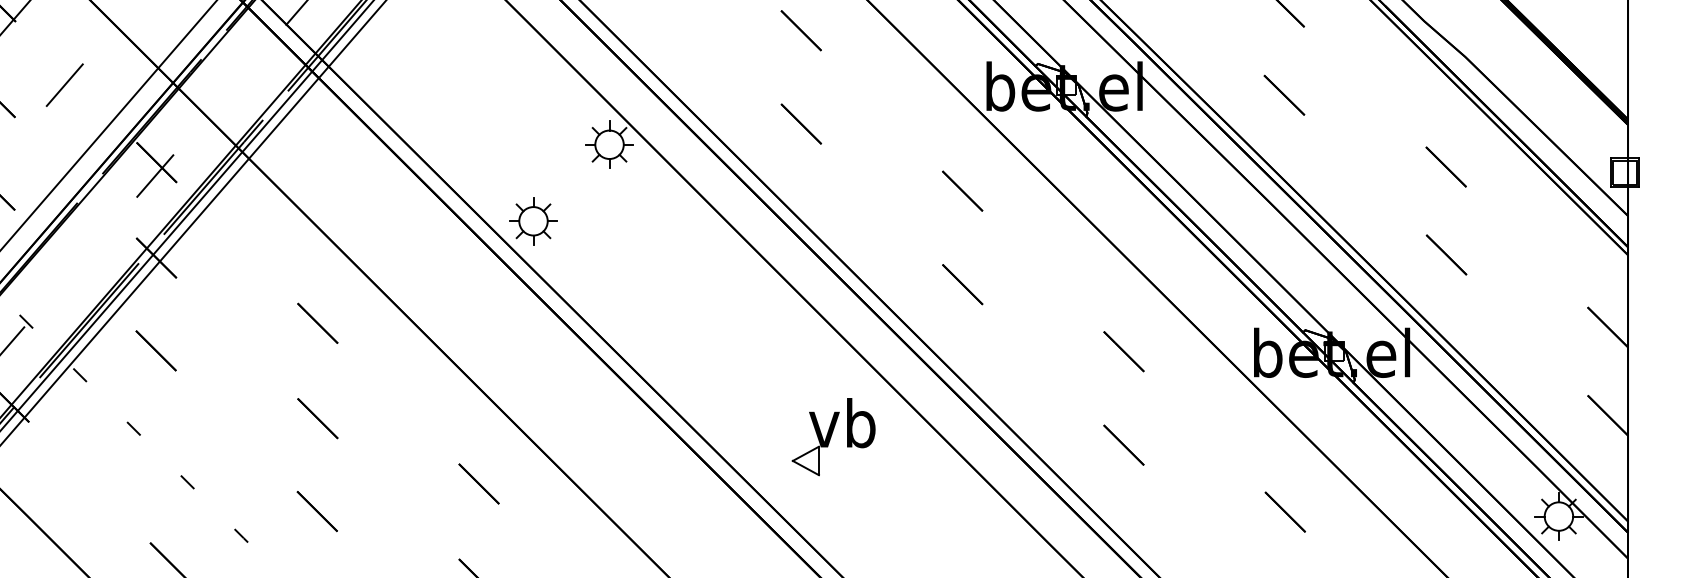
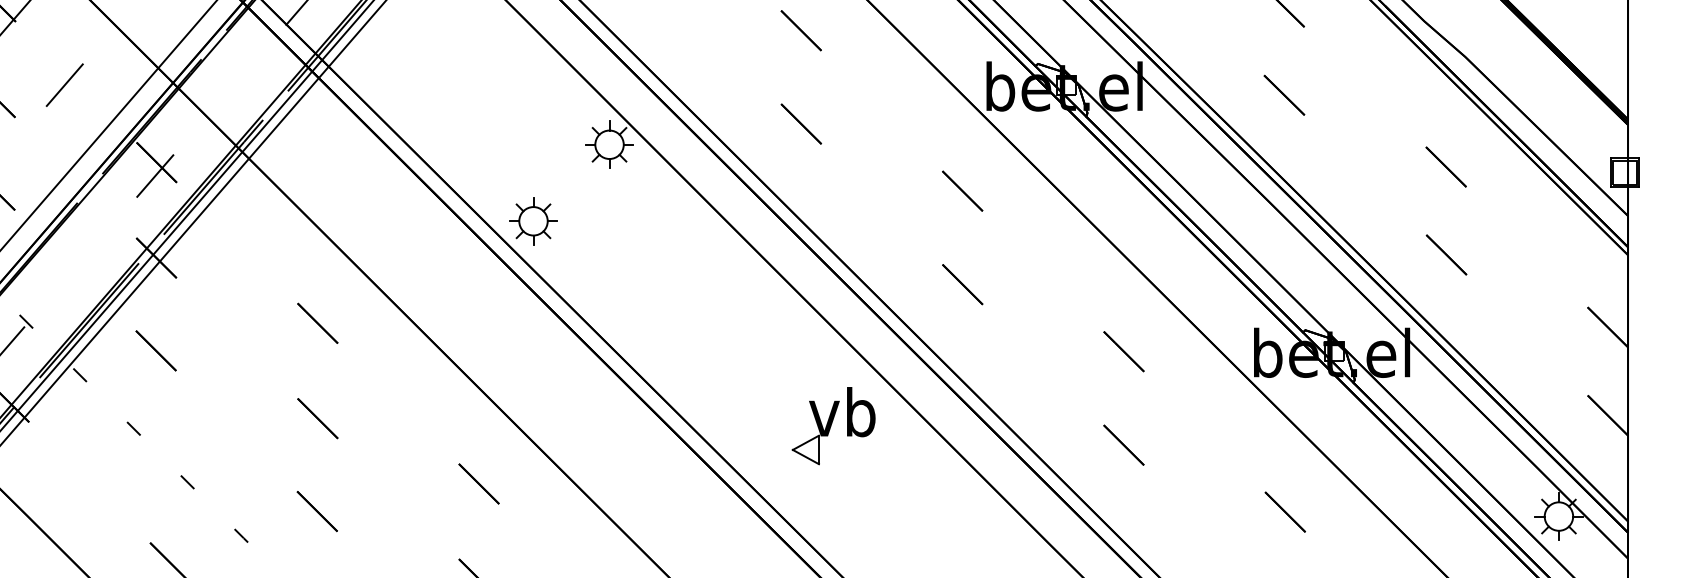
part at (833, 437) position: (833, 437) -> (833, 426)
